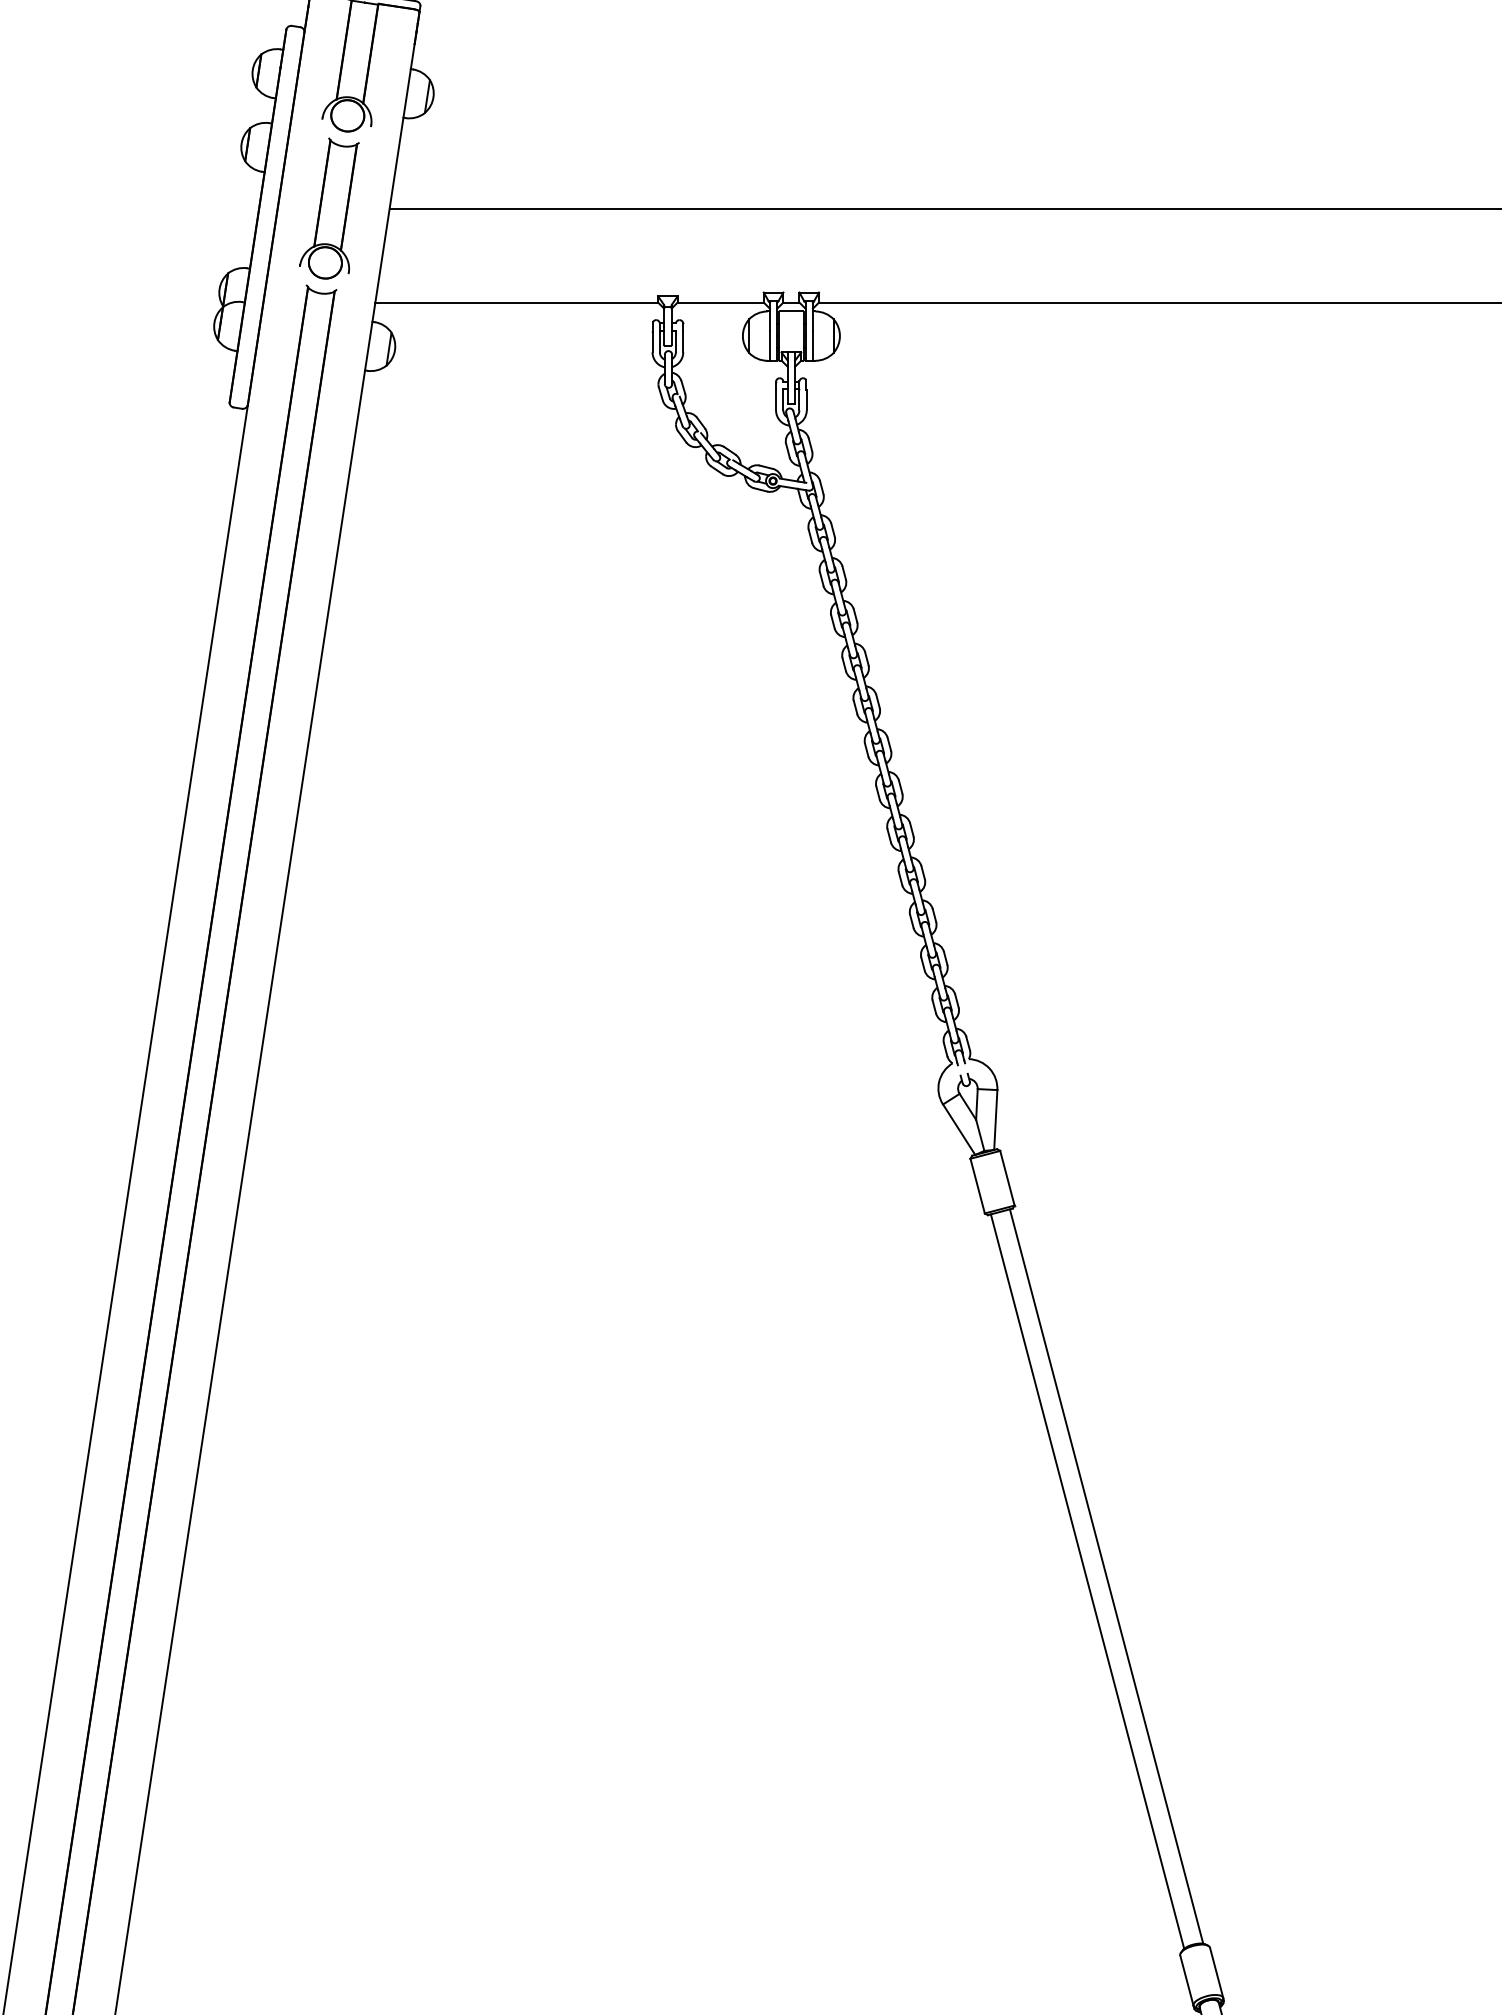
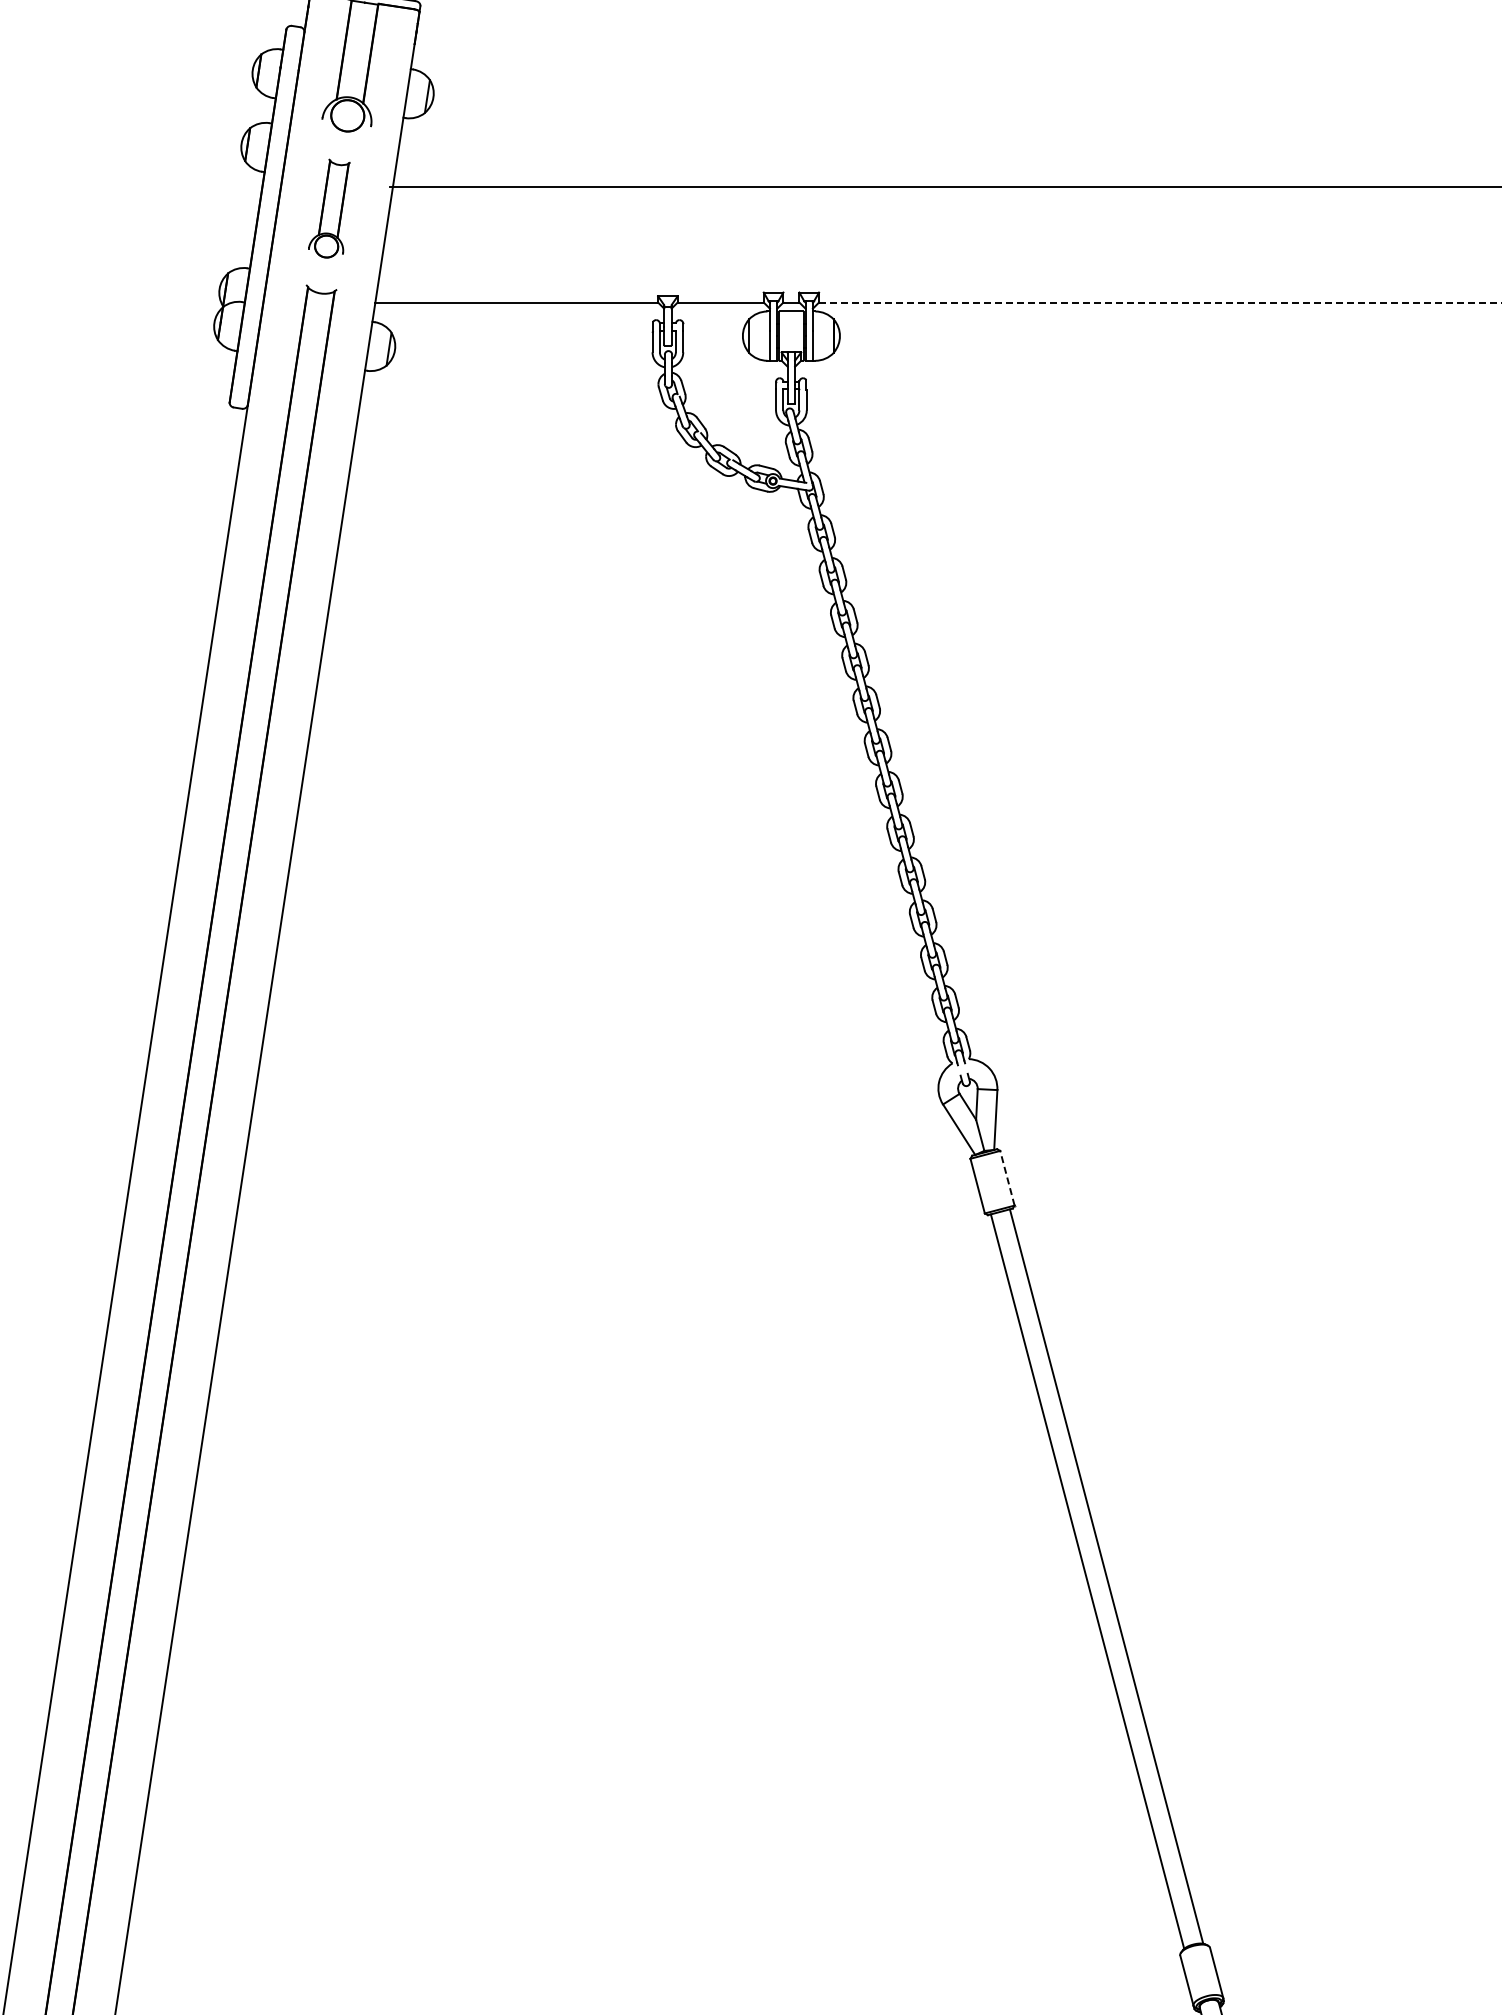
part at (329, 208) size: 61x143 px -> 43x101 px
line at (943, 209) position: (943, 209) -> (943, 187)
line at (1161, 302): solid -> dashed
line at (1007, 1177): solid -> dashed
